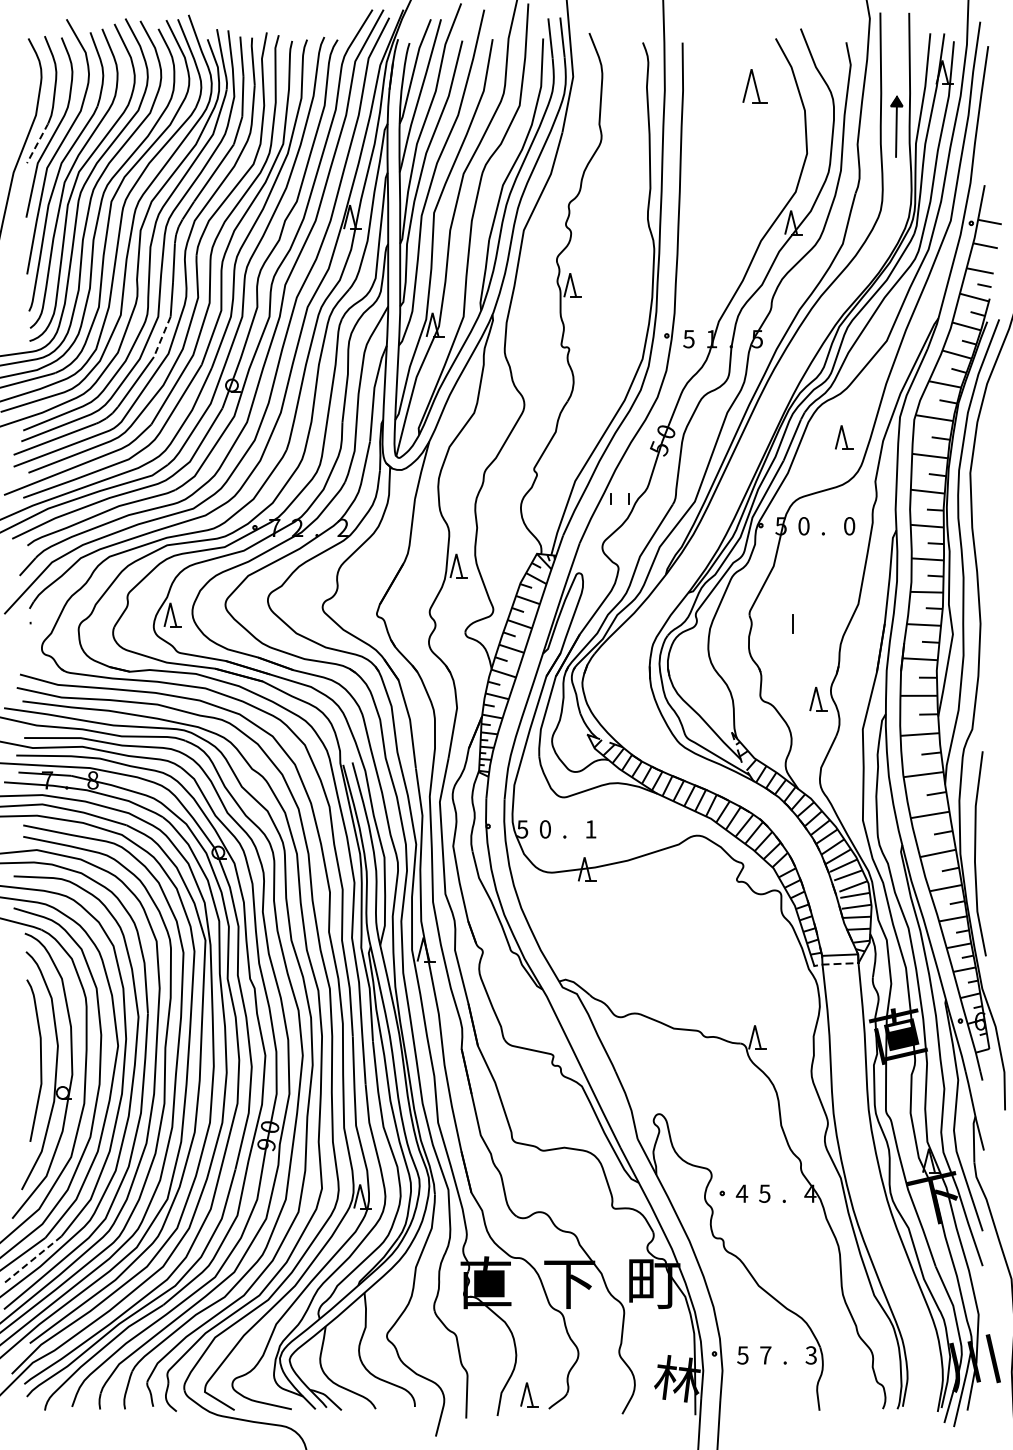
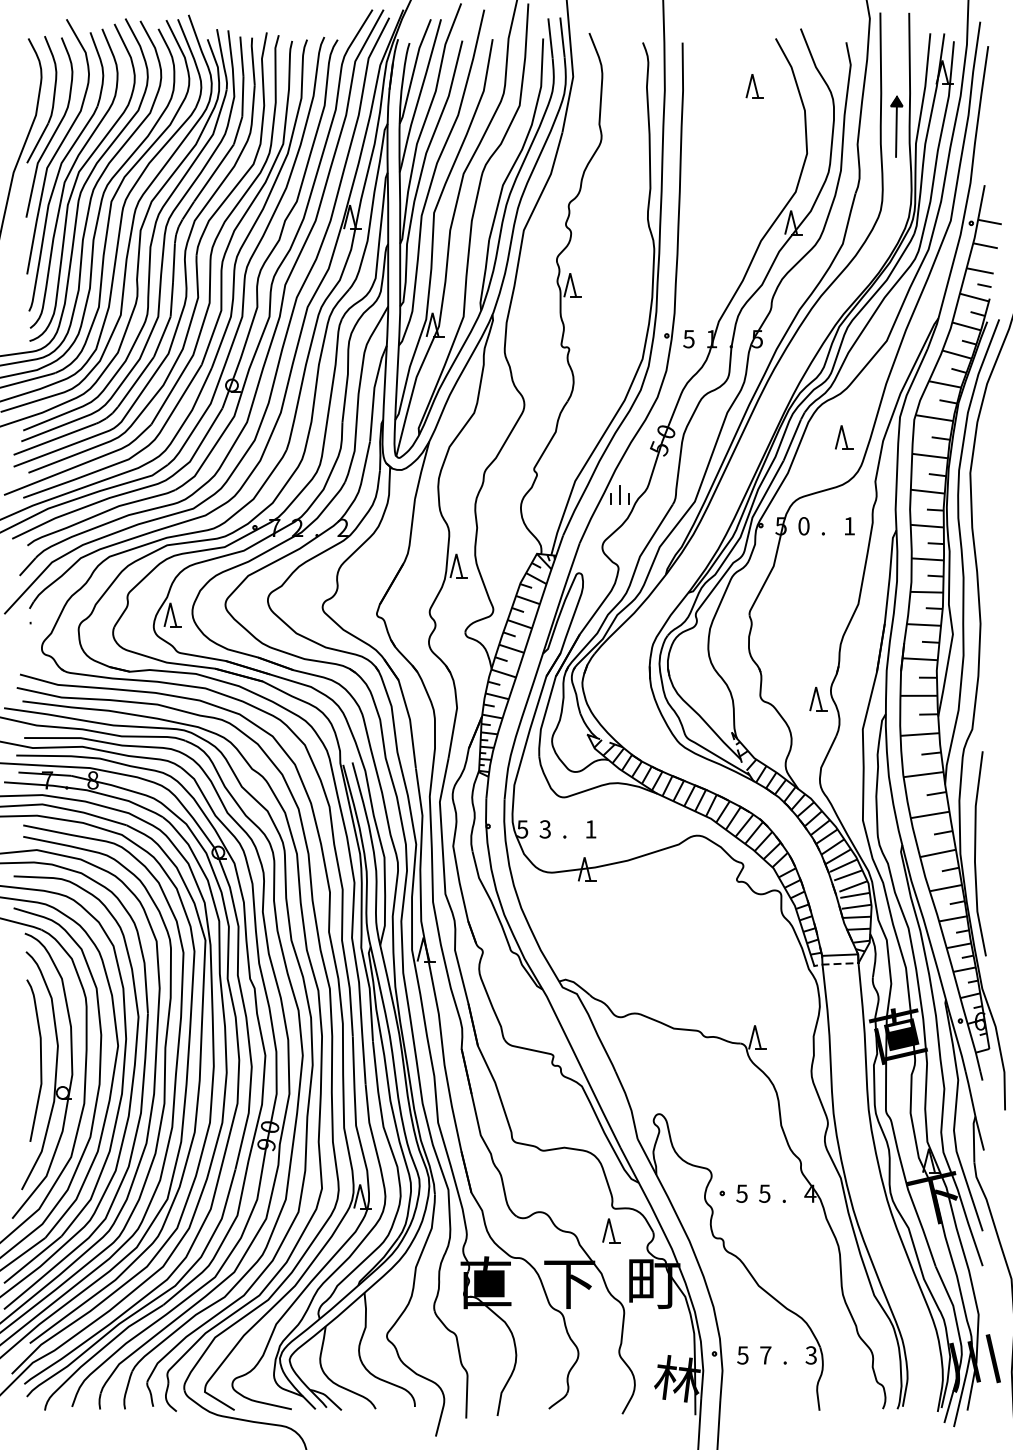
part at (754, 86) size: 26x35 px -> 19x25 px
line at (37, 143): dashed -> solid
line at (162, 336): dashed -> solid
text at (849, 526): 0 -> 1
line at (792, 623) position: (792, 623) -> (619, 494)
text at (544, 829): 0 -> 3
text at (741, 1193): 4 -> 5
line at (32, 1260): dashed -> solid
part at (529, 1394) position: (529, 1394) -> (611, 1230)
